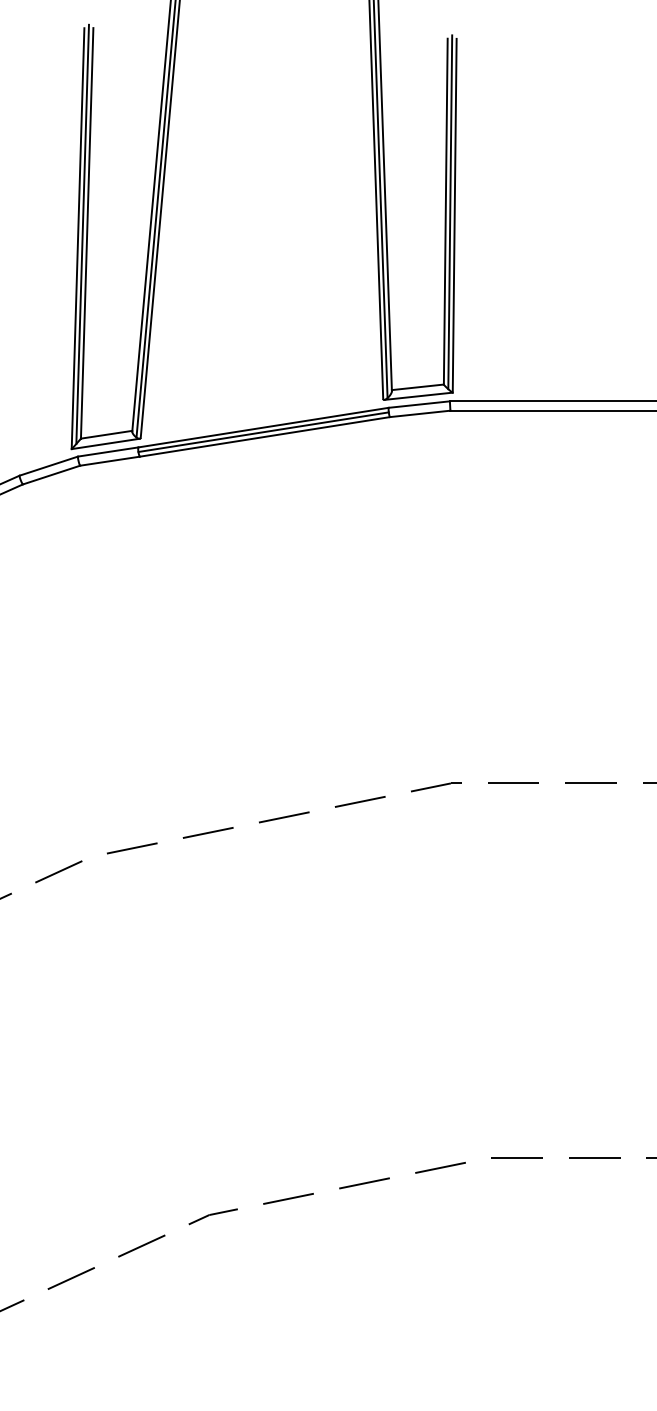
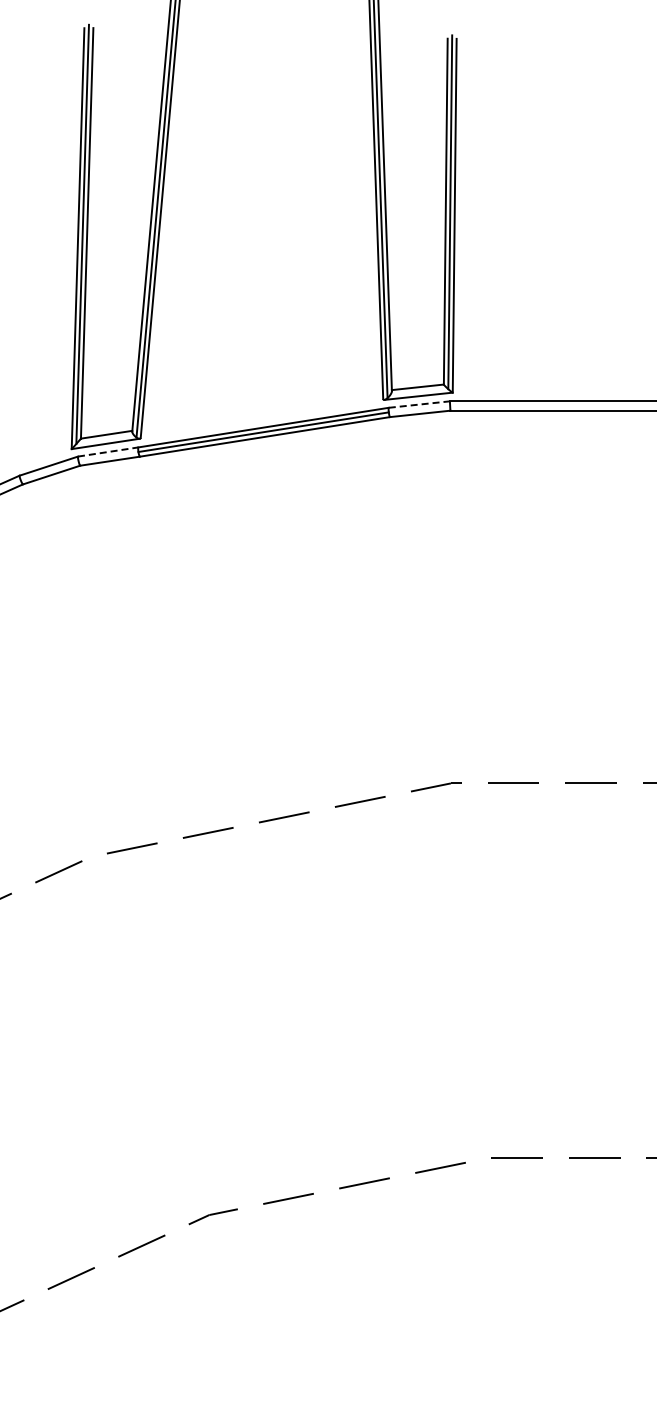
line at (419, 404): solid -> dashed
line at (108, 452): solid -> dashed
